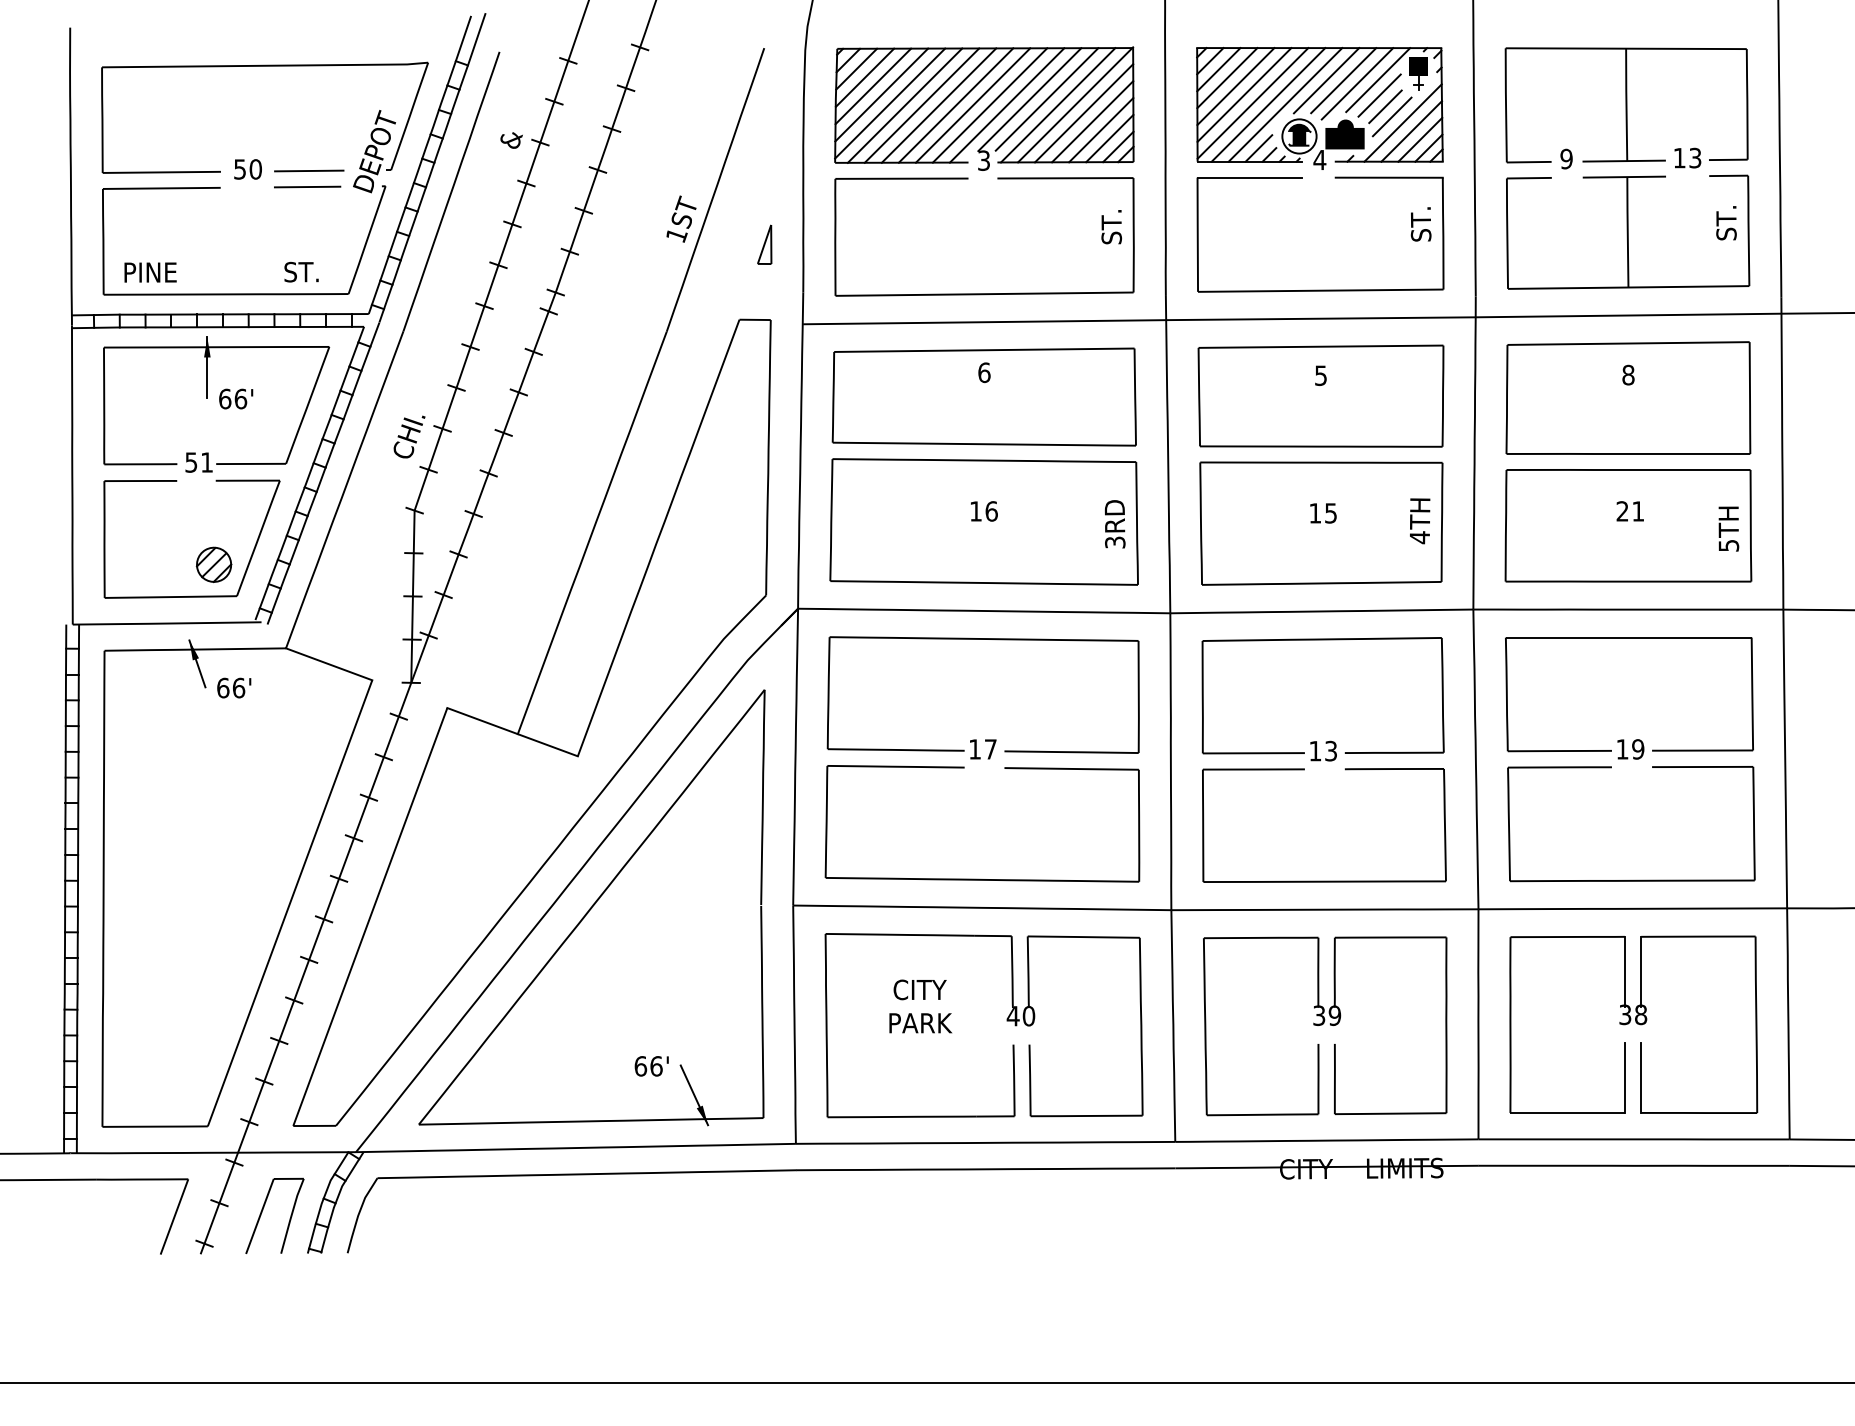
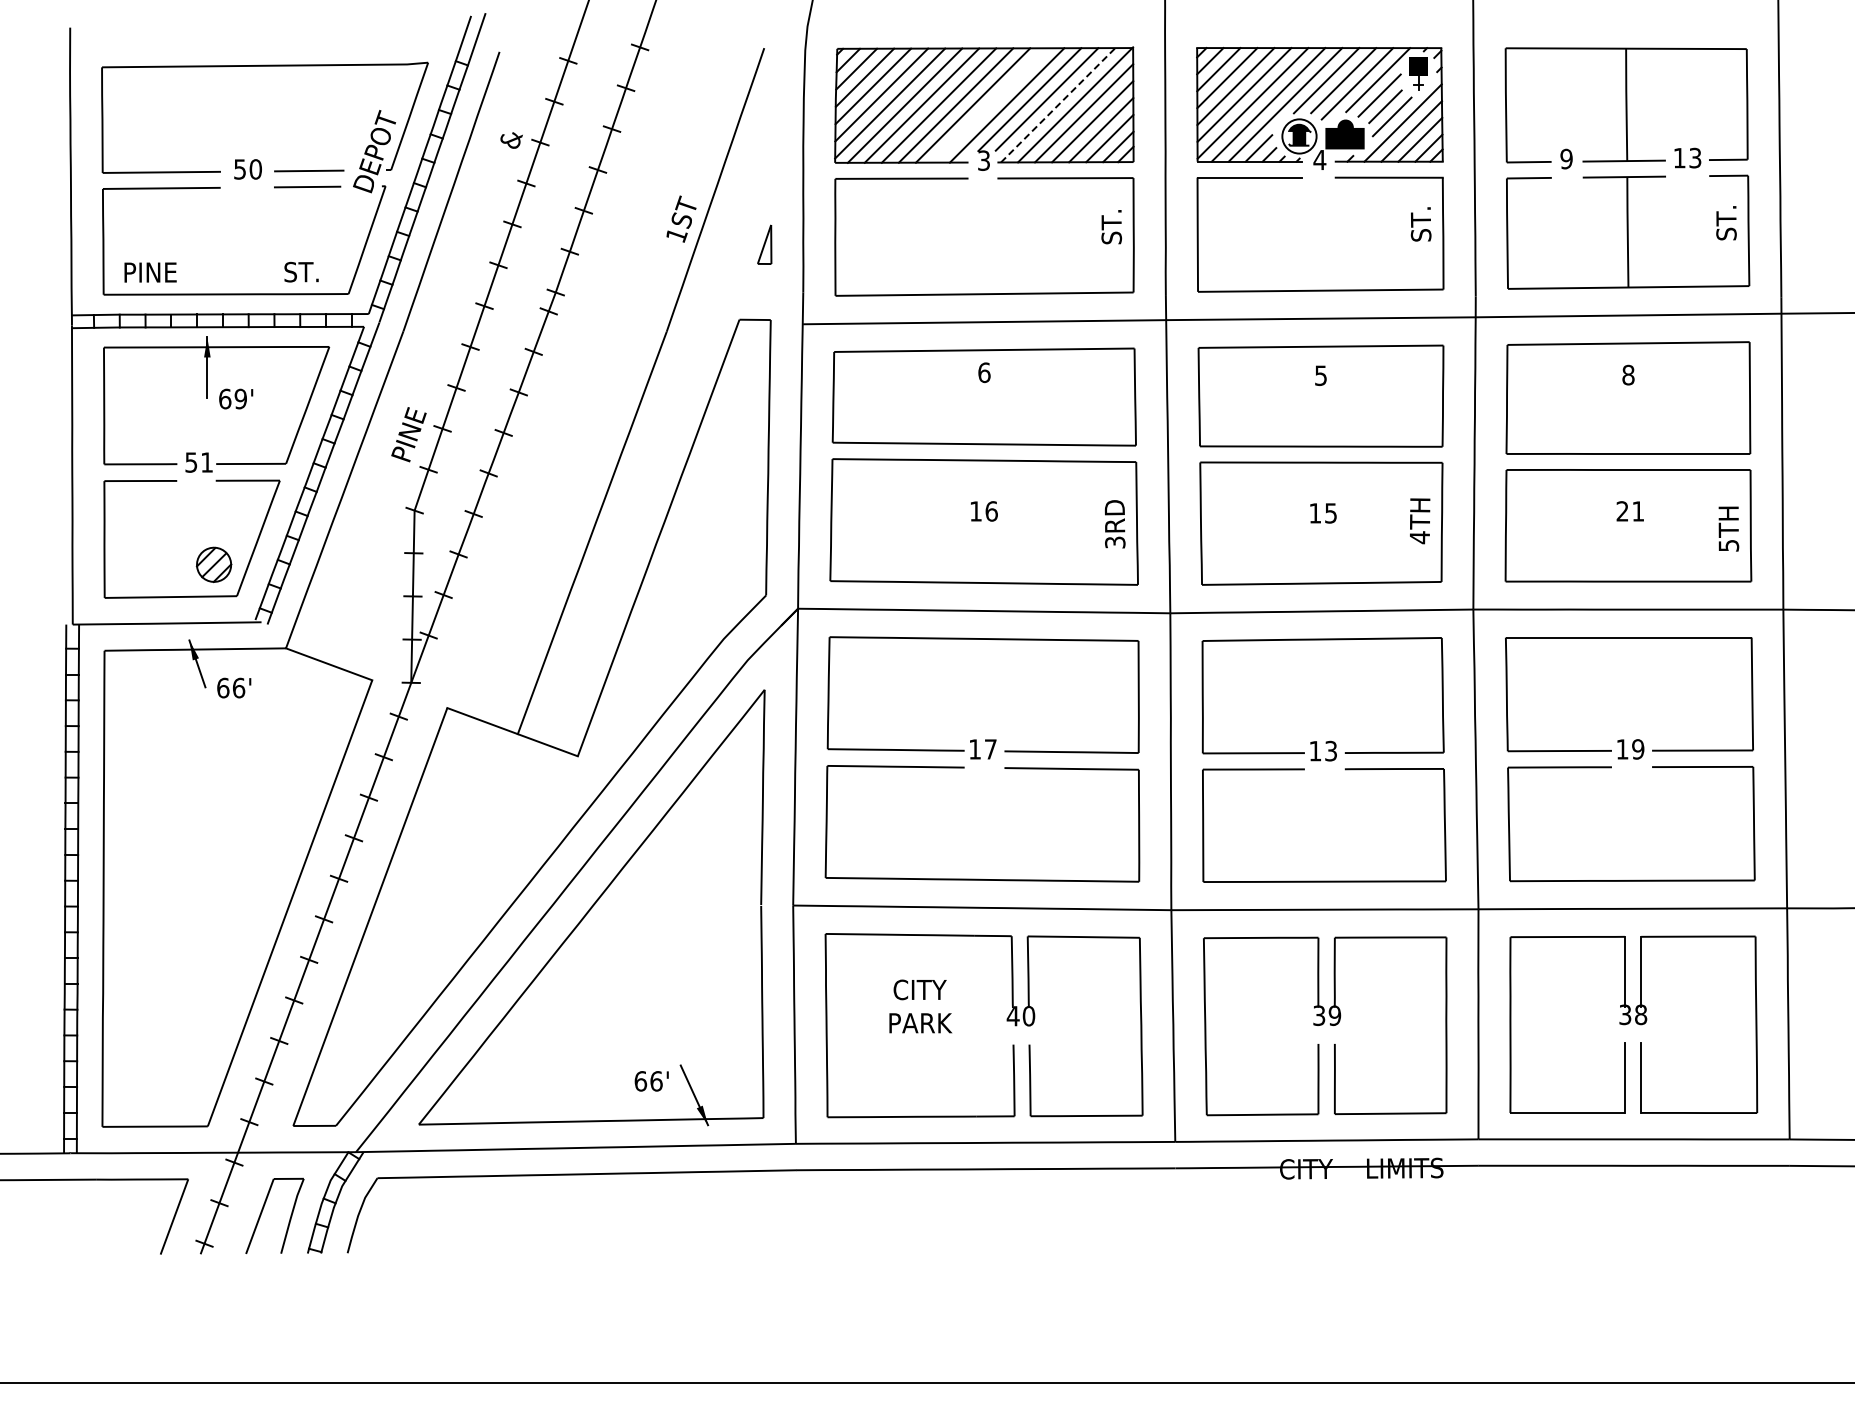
line at (989, 105): present -> none
line at (1058, 105): solid -> dashed
text at (240, 398): 66' -> 69'
text at (408, 434): CHI. -> PINE
text at (651, 1066) position: (651, 1066) -> (651, 1081)
